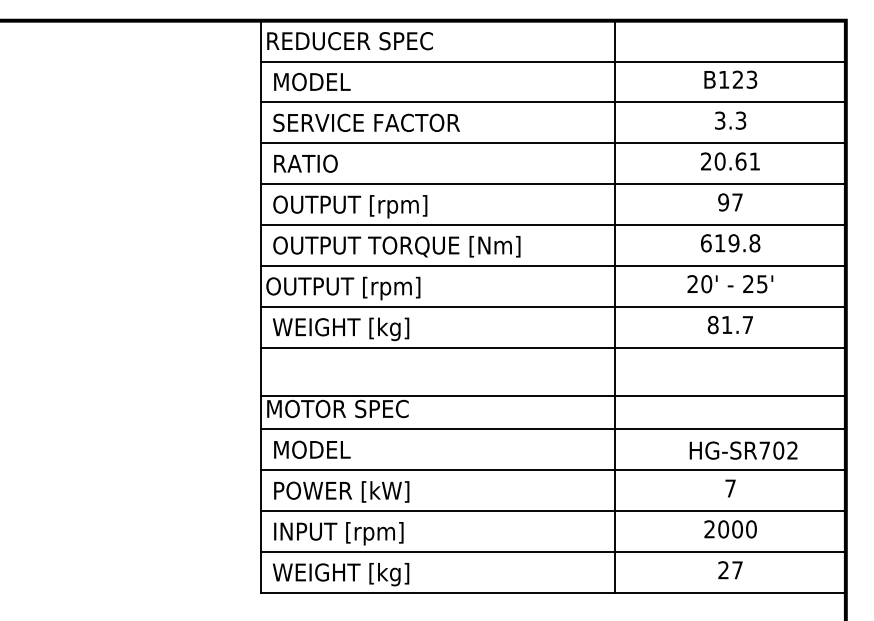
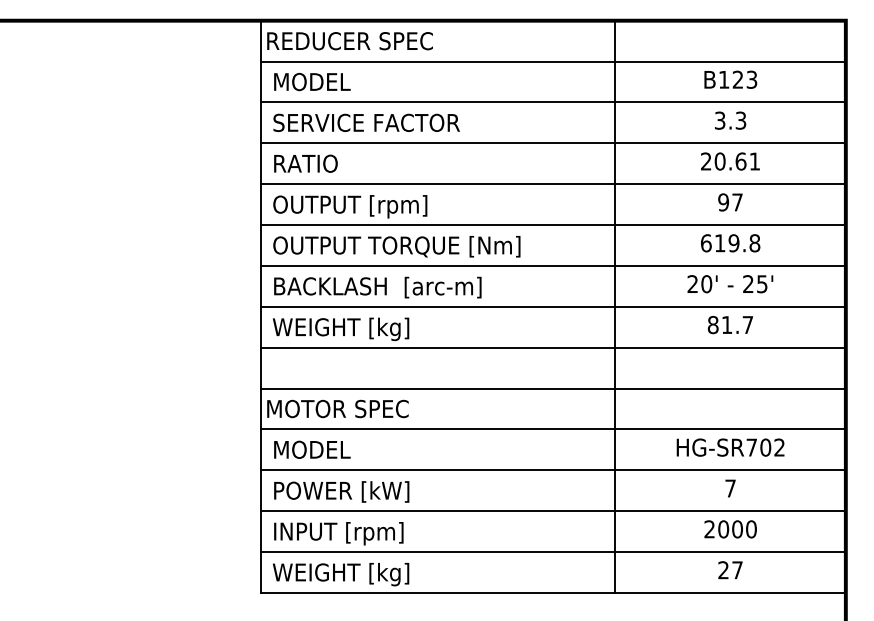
text at (373, 288): OUTPUT [rpm] -> BACKLASH  [arc-m]
line at (552, 395) position: (552, 395) -> (552, 388)
text at (743, 450) position: (743, 450) -> (730, 447)
